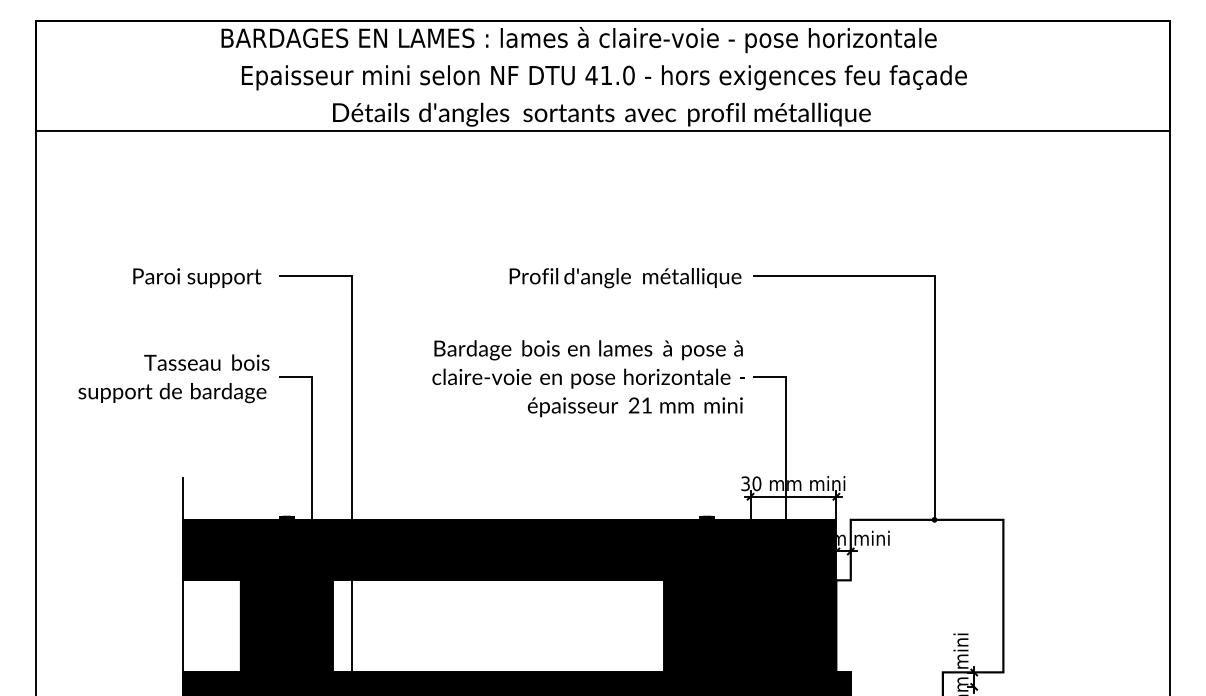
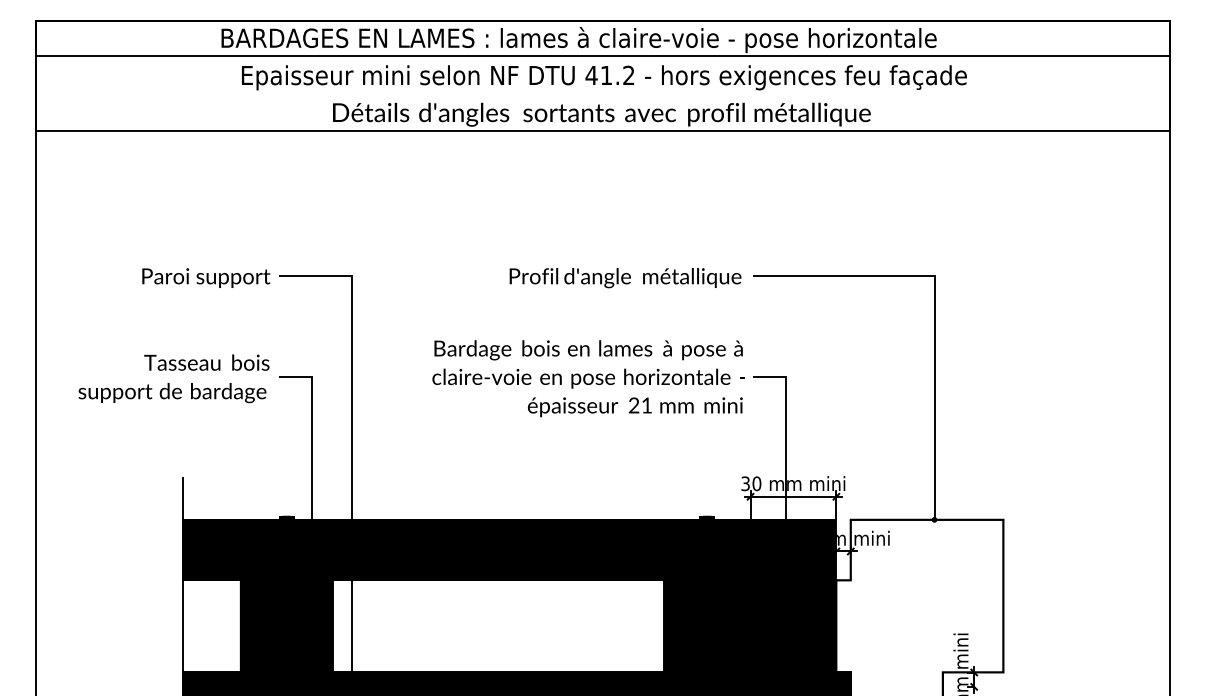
line at (602, 55): none -> present
text at (628, 75): 41.0 -> 41.2
text at (197, 277) position: (197, 277) -> (206, 277)
